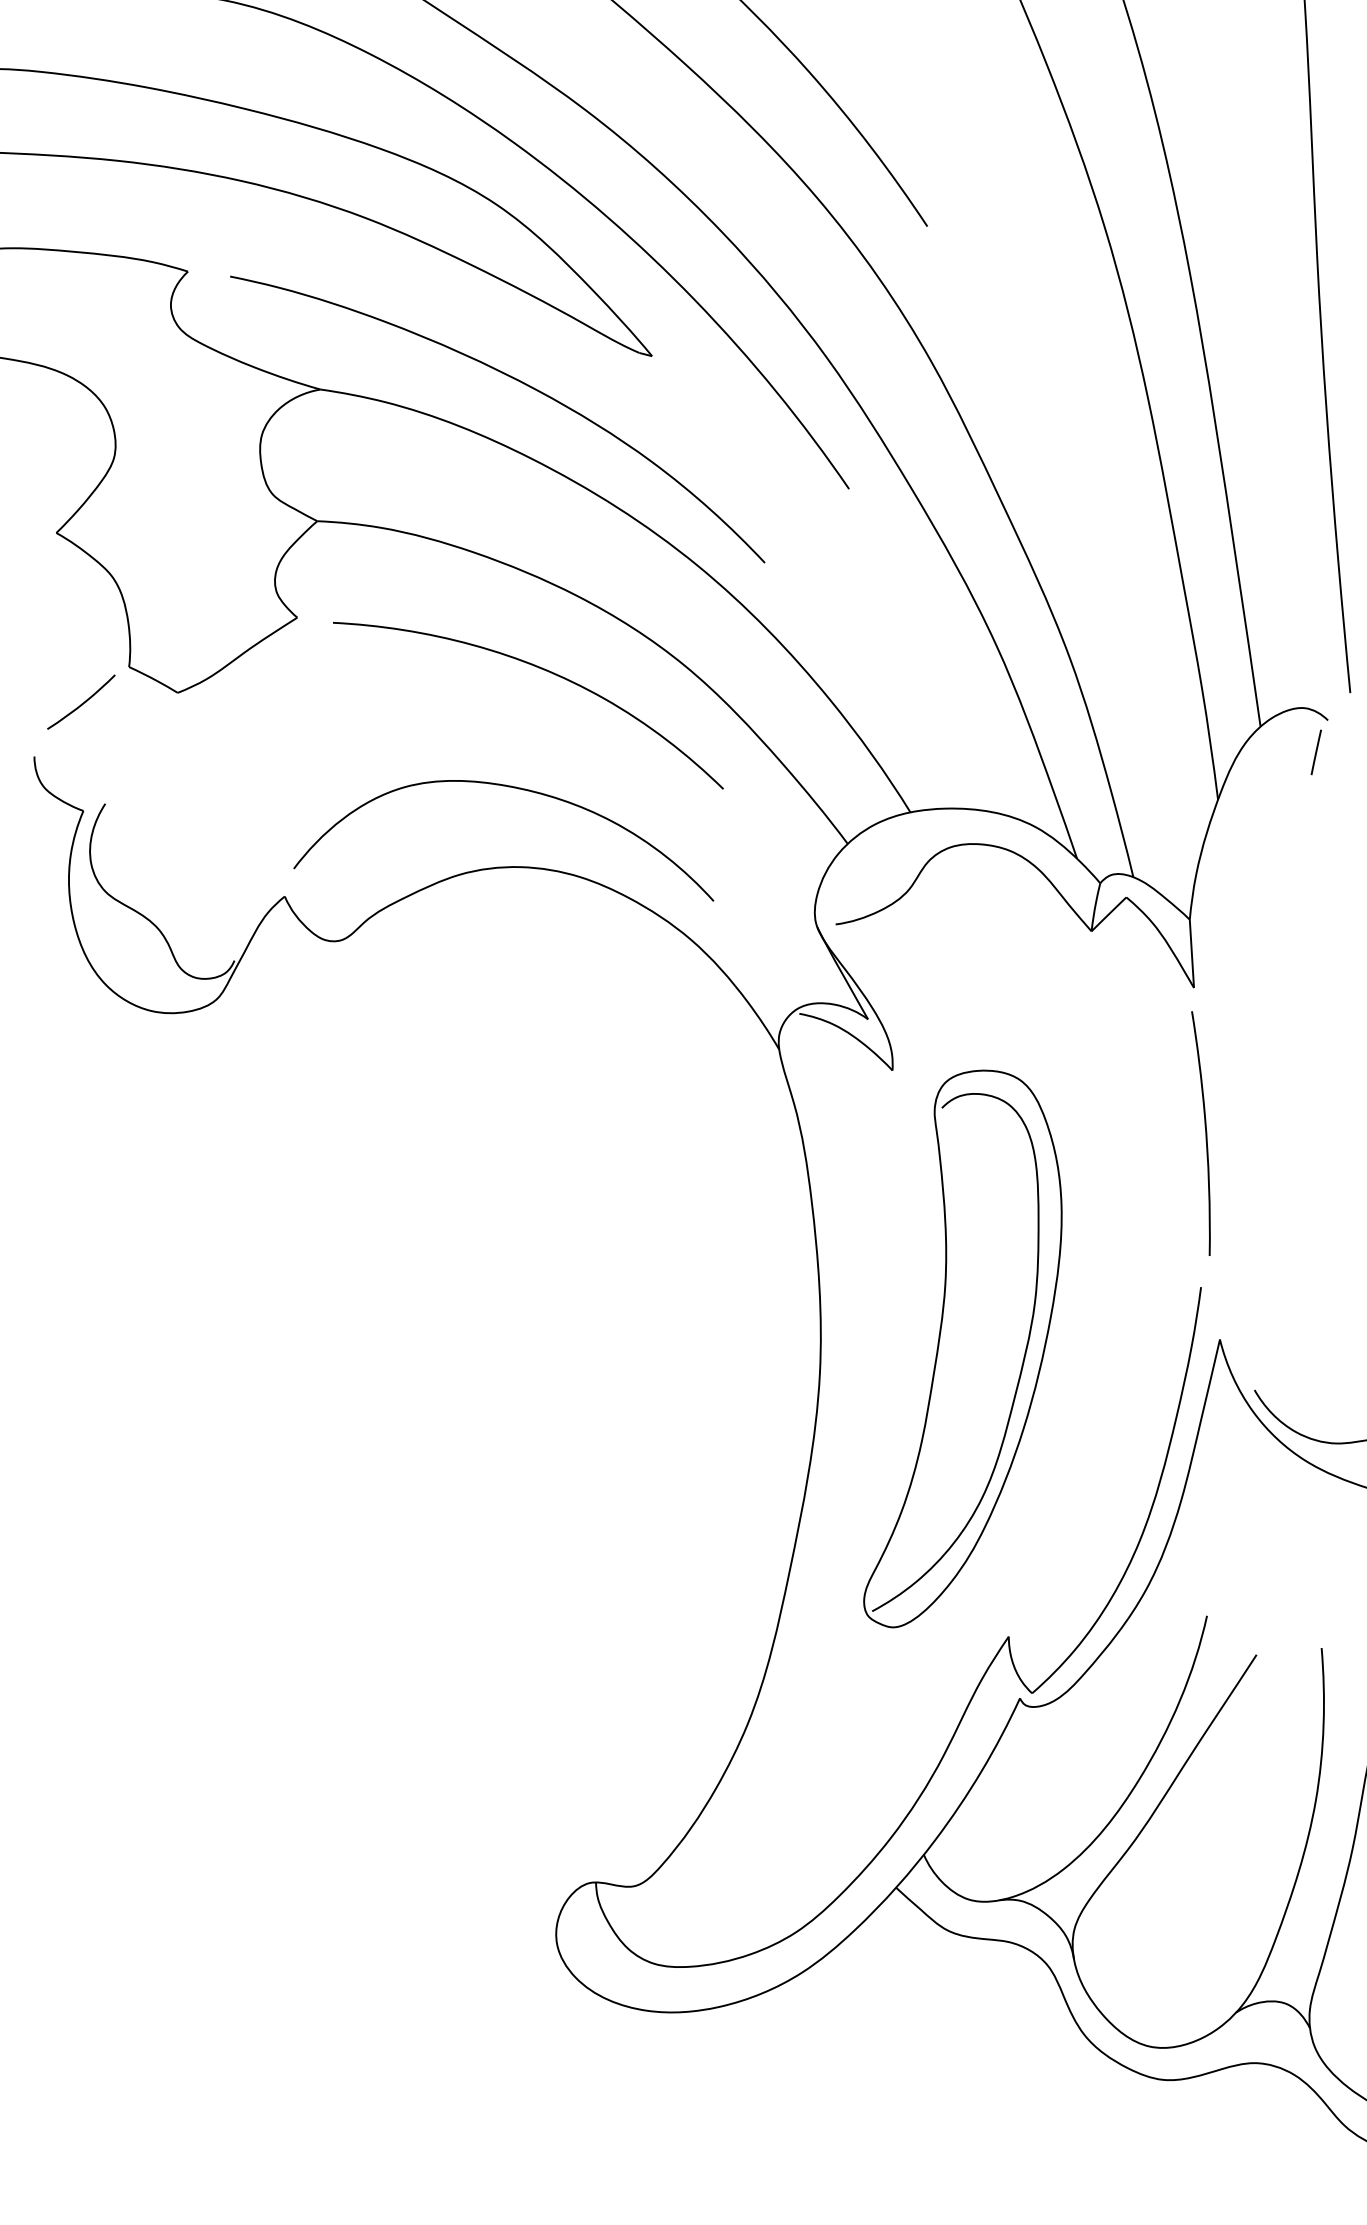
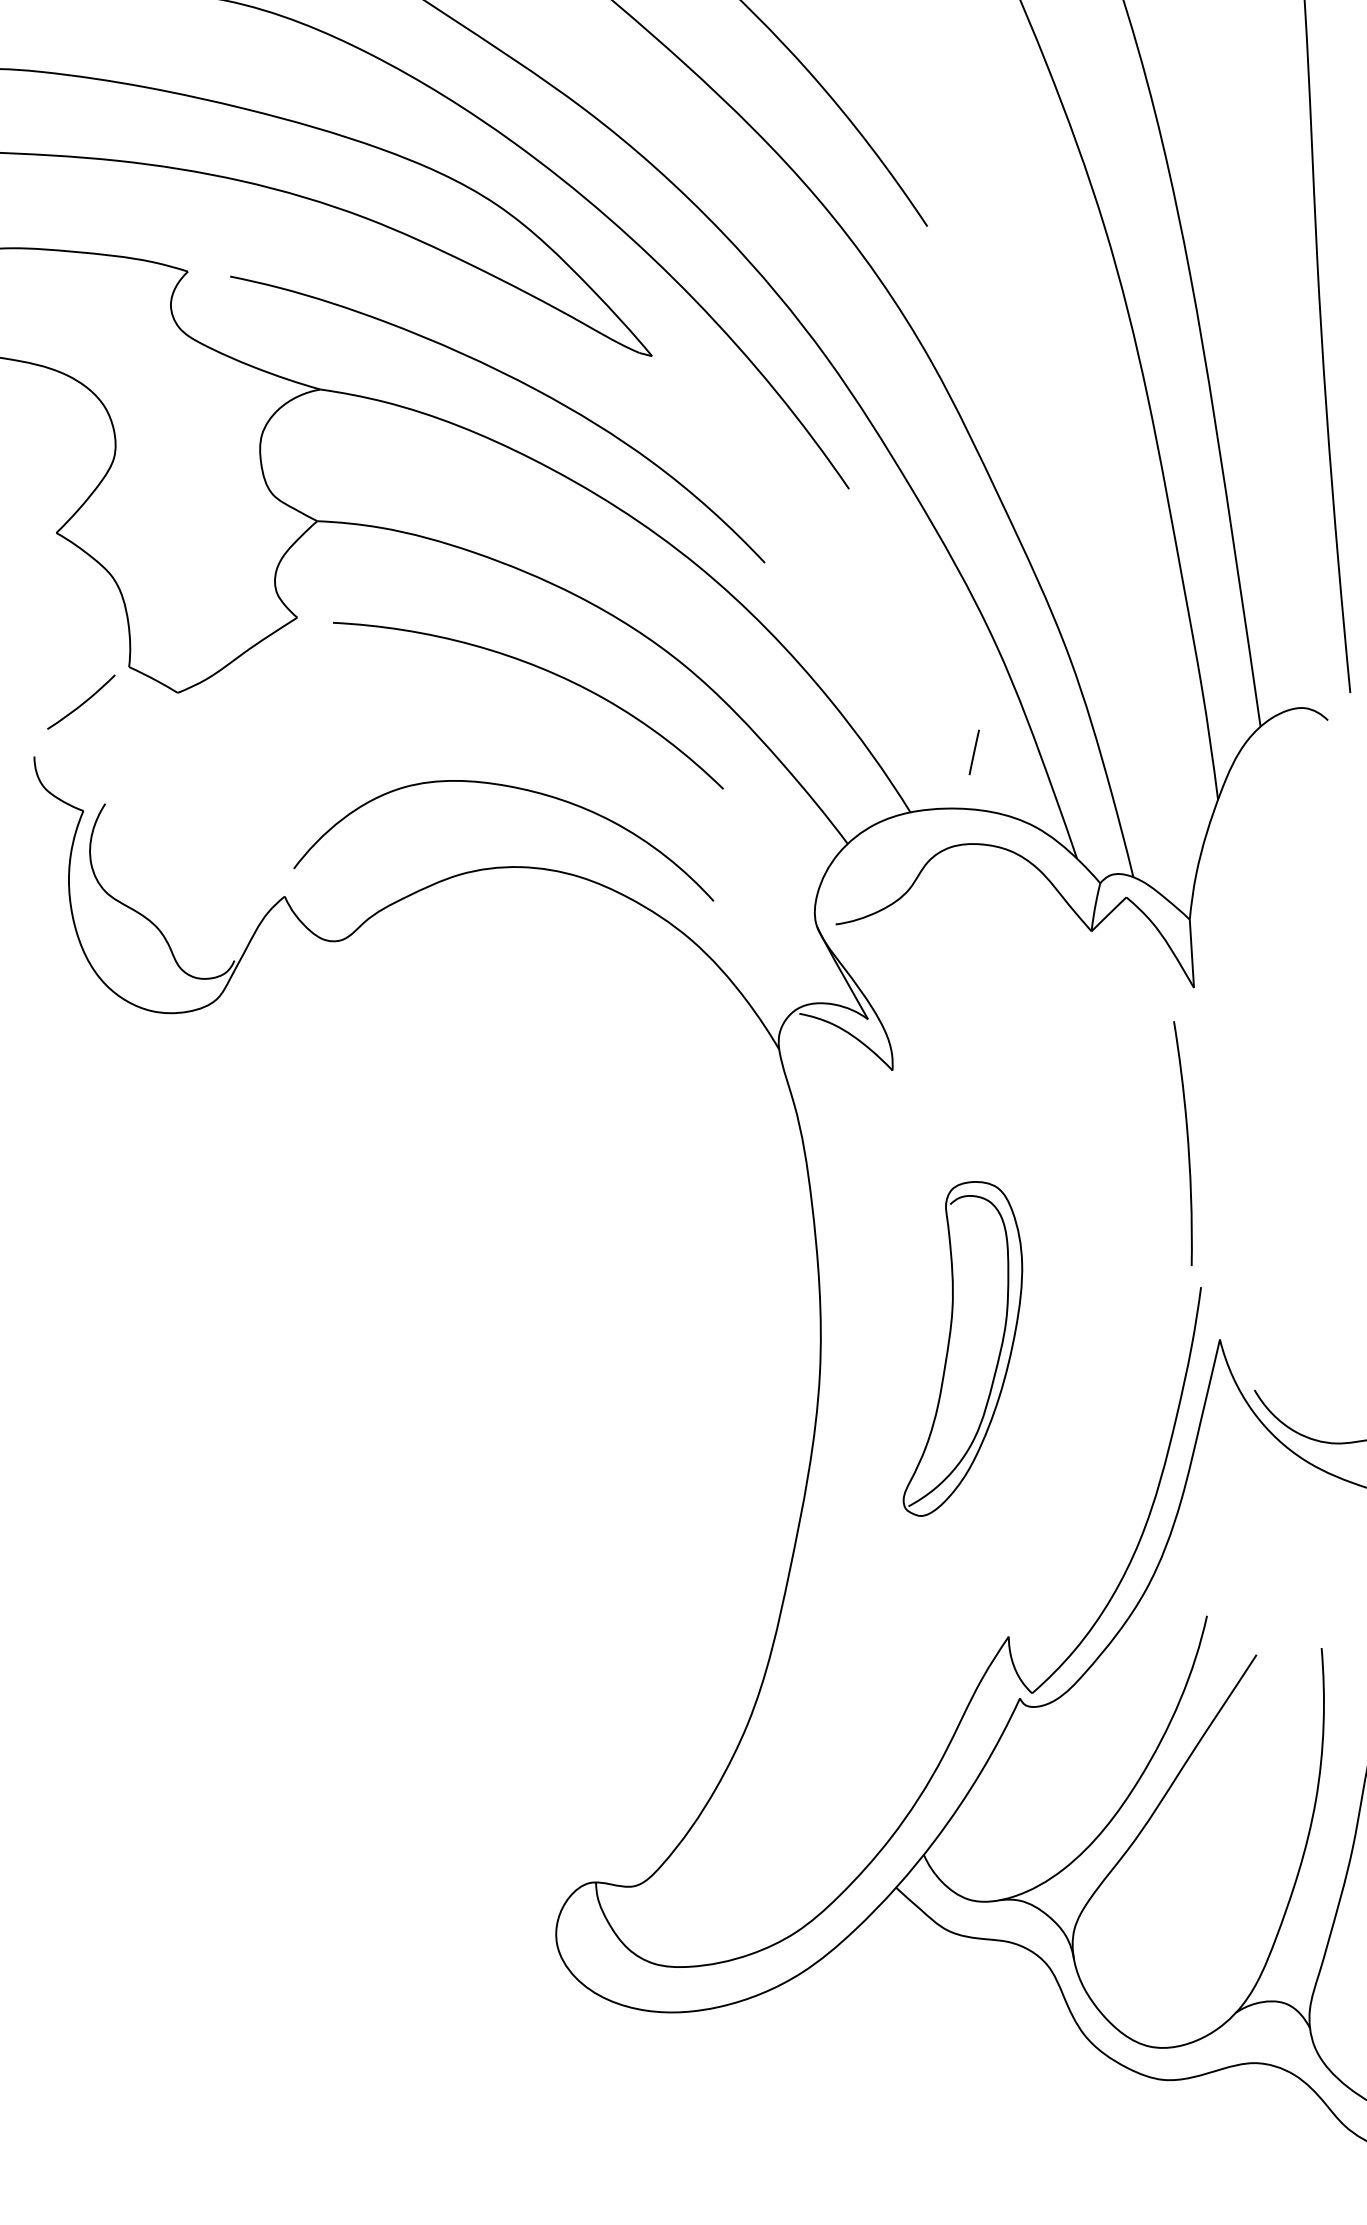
line at (1315, 752) position: (1315, 752) -> (973, 752)
curve at (1205, 1133) position: (1205, 1133) -> (1187, 1143)
part at (962, 1348) size: 200x560 px -> 122x336 px
